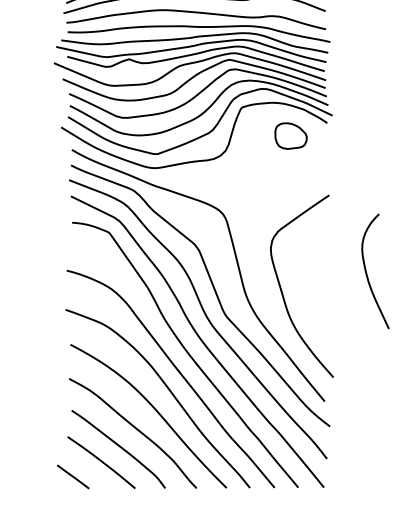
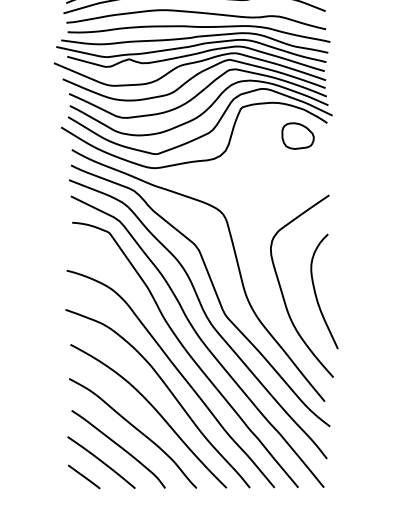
part at (290, 135) position: (290, 135) -> (297, 135)
curve at (367, 273) position: (367, 273) -> (316, 293)
line at (73, 476) position: (73, 476) -> (84, 476)
